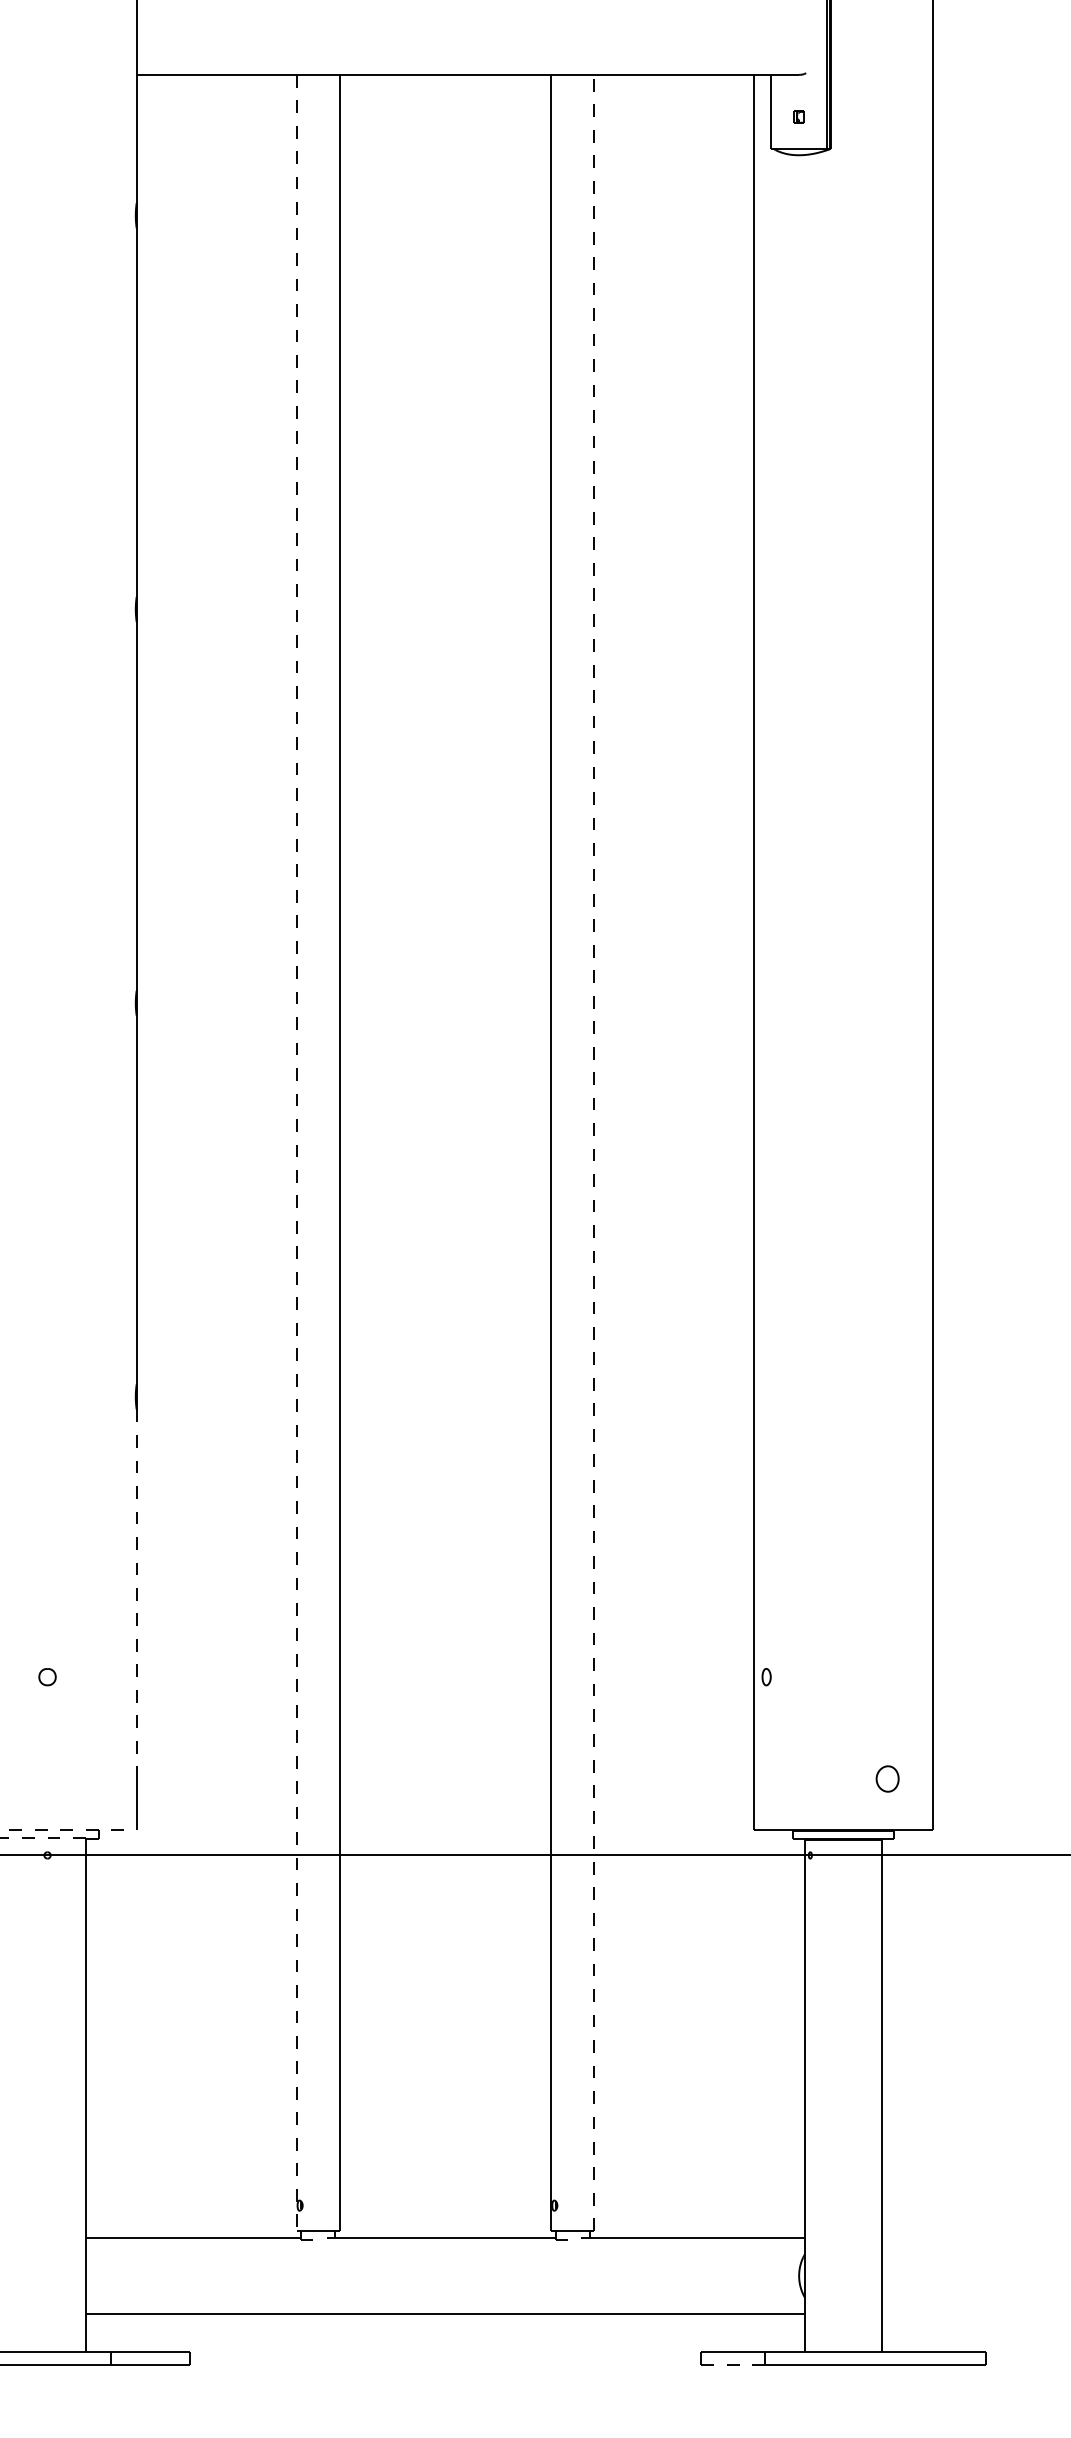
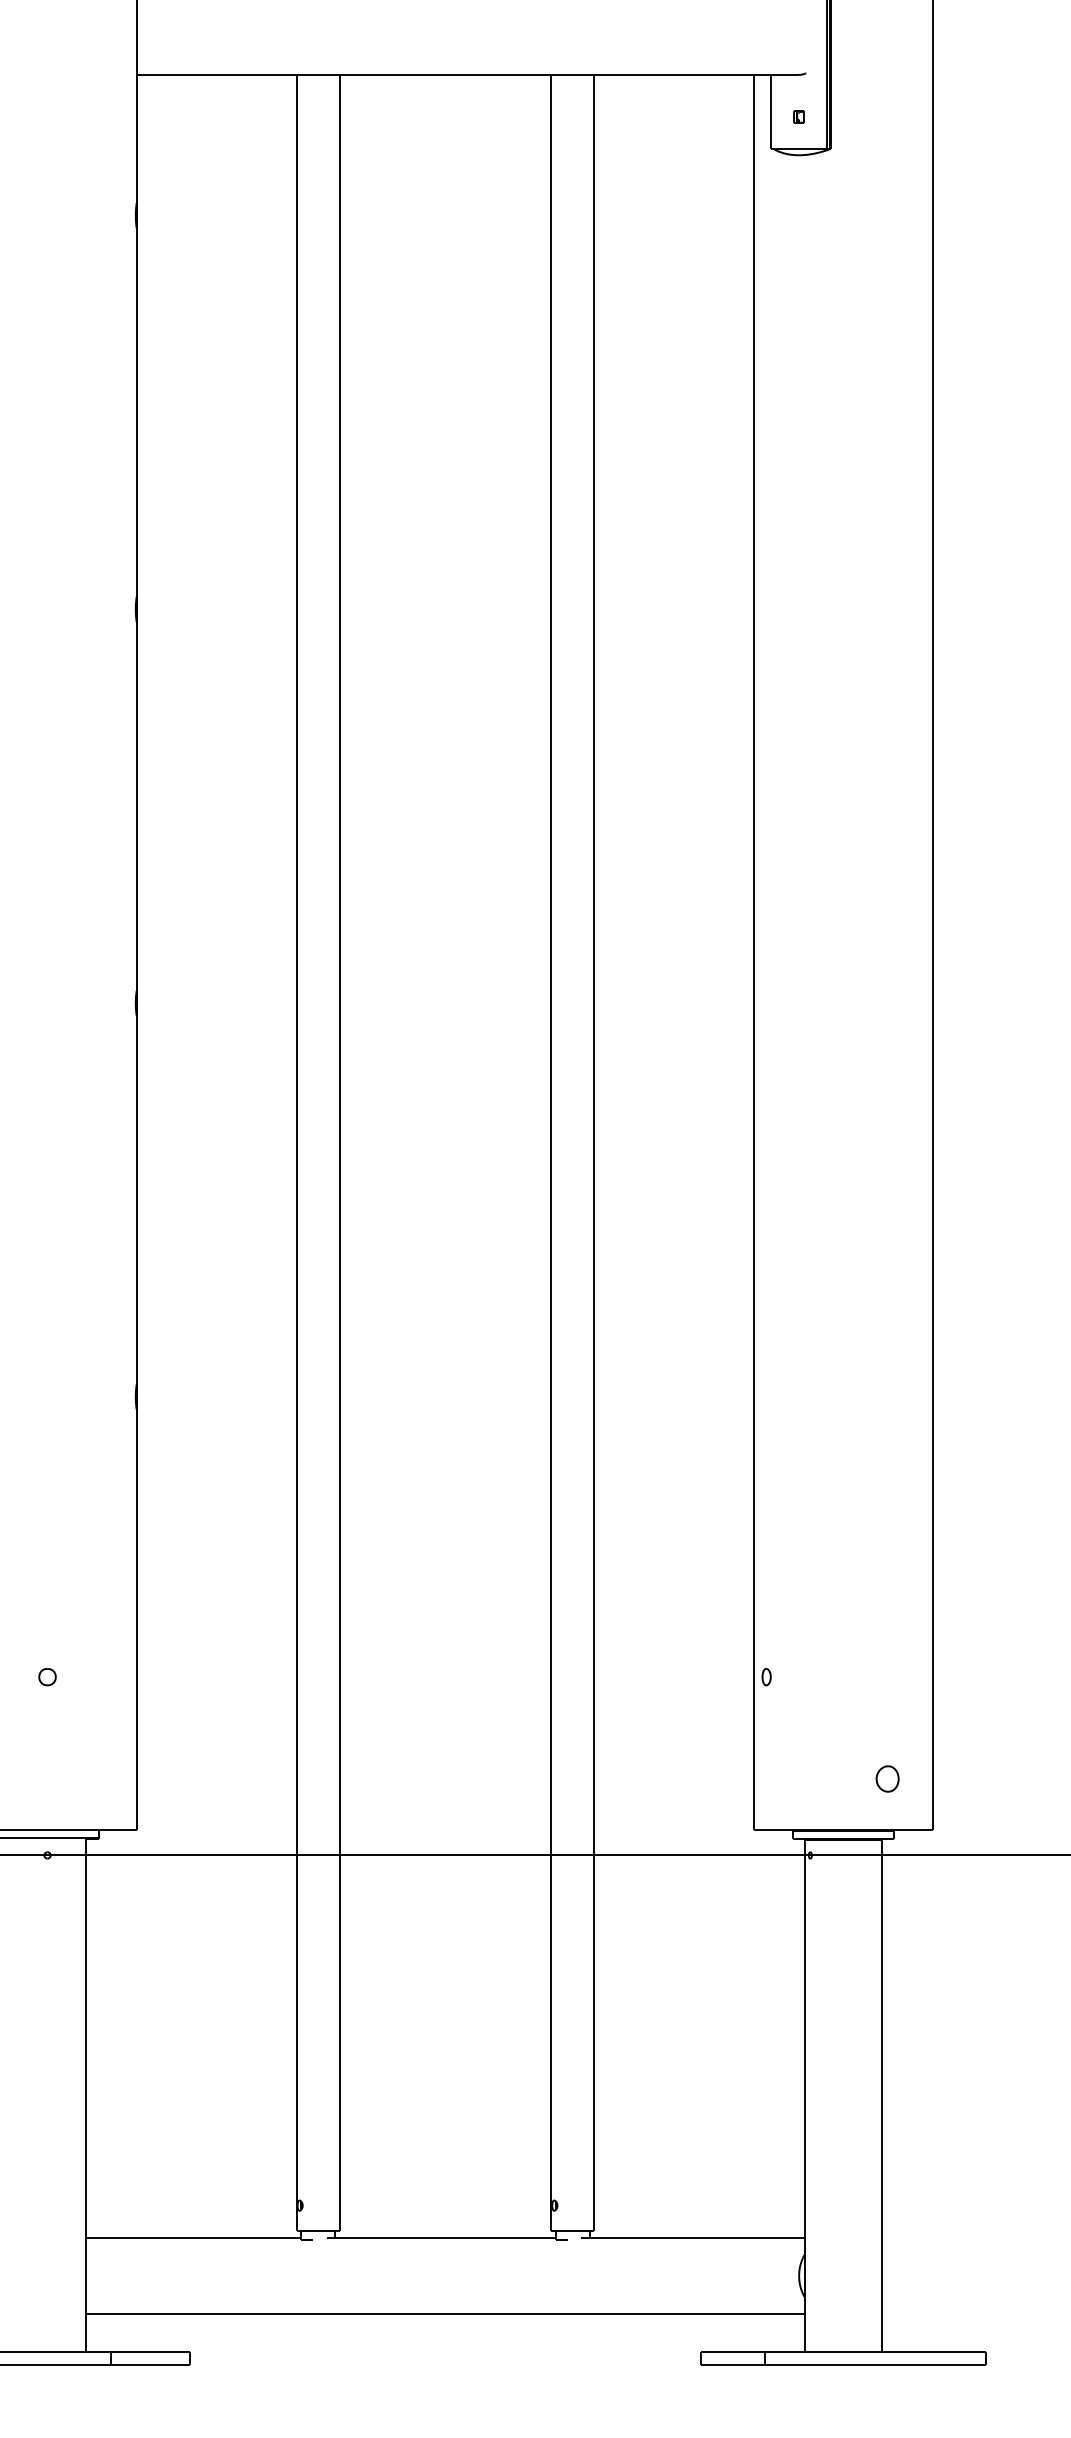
line at (594, 1152): dashed -> solid
line at (296, 1153): dashed -> solid
line at (136, 1588): dashed -> solid
line at (68, 1829): dashed -> solid
line at (49, 1837): dashed -> solid
line at (733, 2364): dashed -> solid
